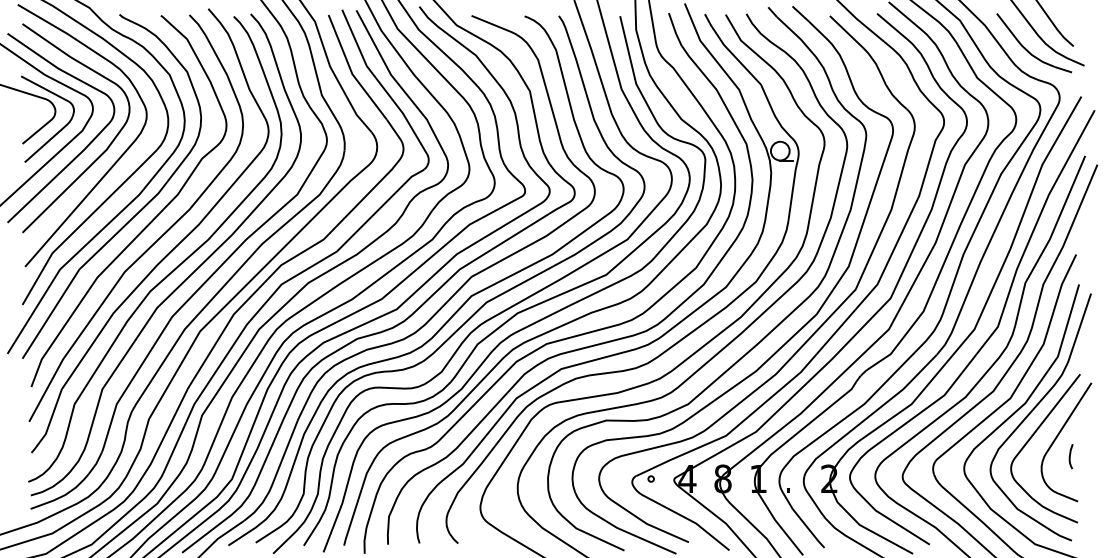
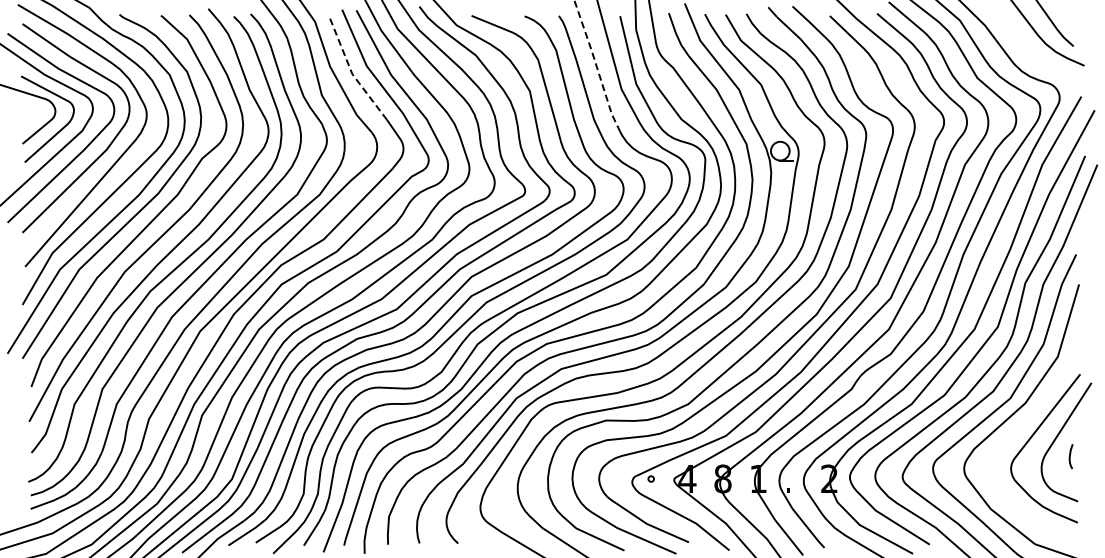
part at (1027, 49): present -> none
line at (596, 65): solid -> dashed
line at (351, 71): solid -> dashed
curve at (1031, 413): present -> none
